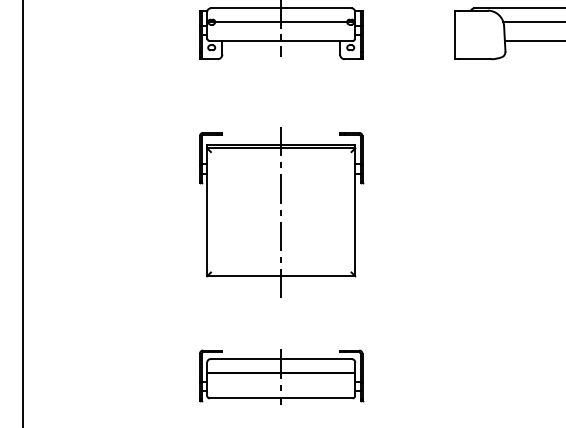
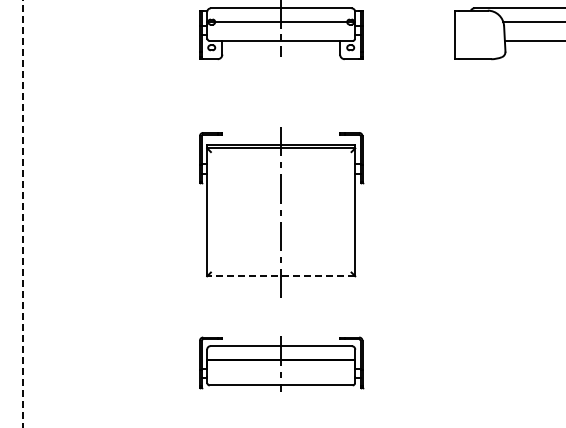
line at (23, 214): solid -> dashed
line at (280, 276): solid -> dashed
part at (281, 376) position: (281, 376) -> (281, 363)
